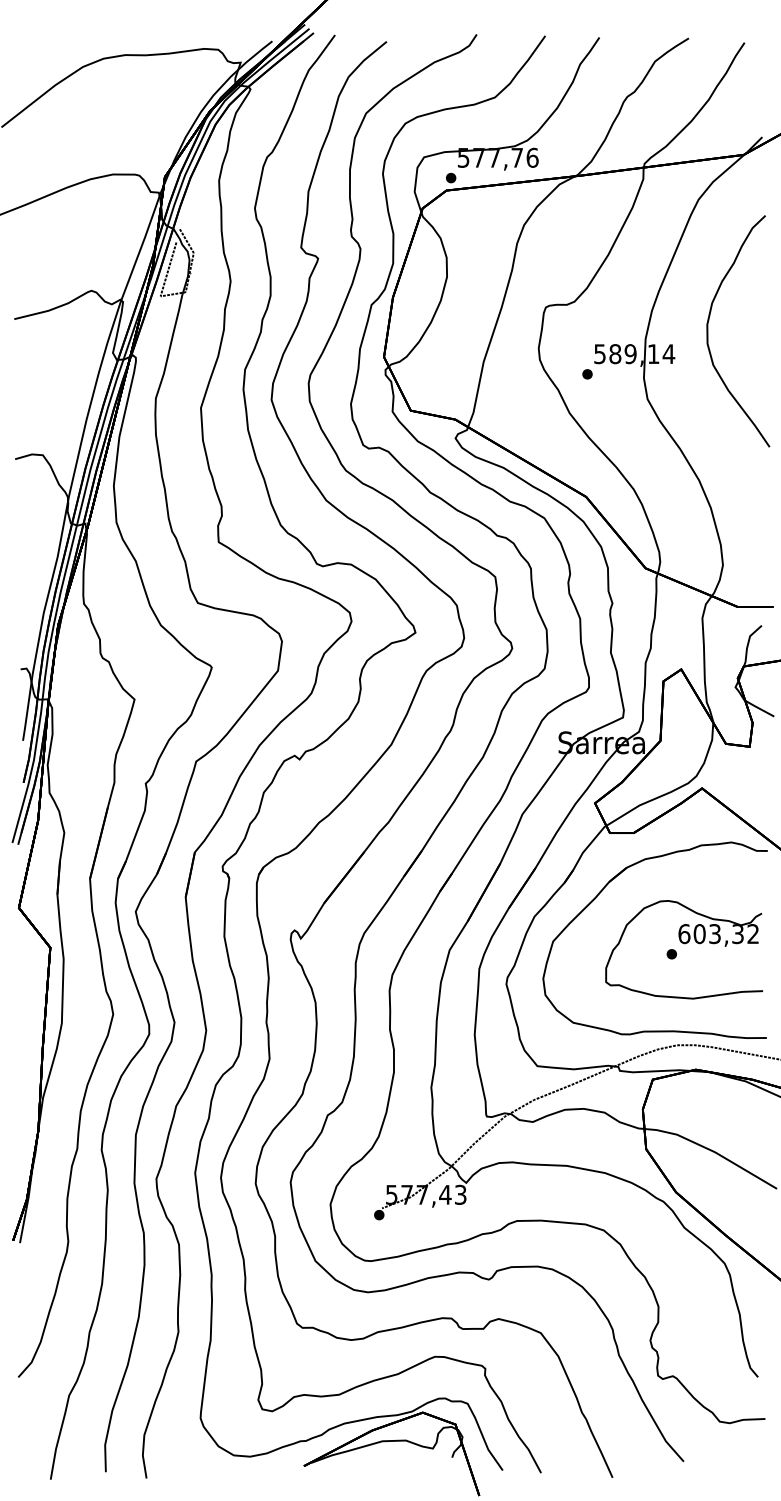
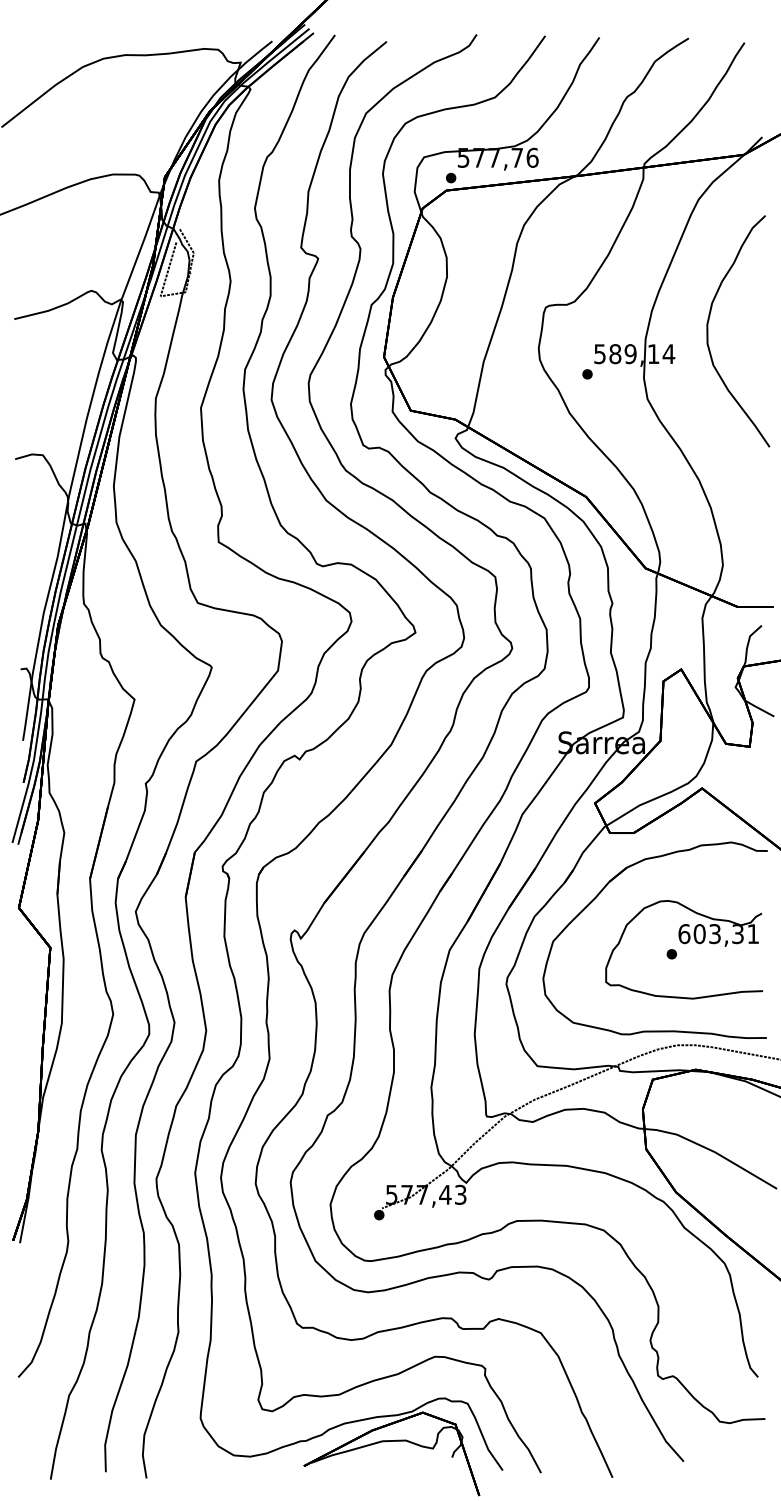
text at (752, 933): 603,32 -> 603,31
